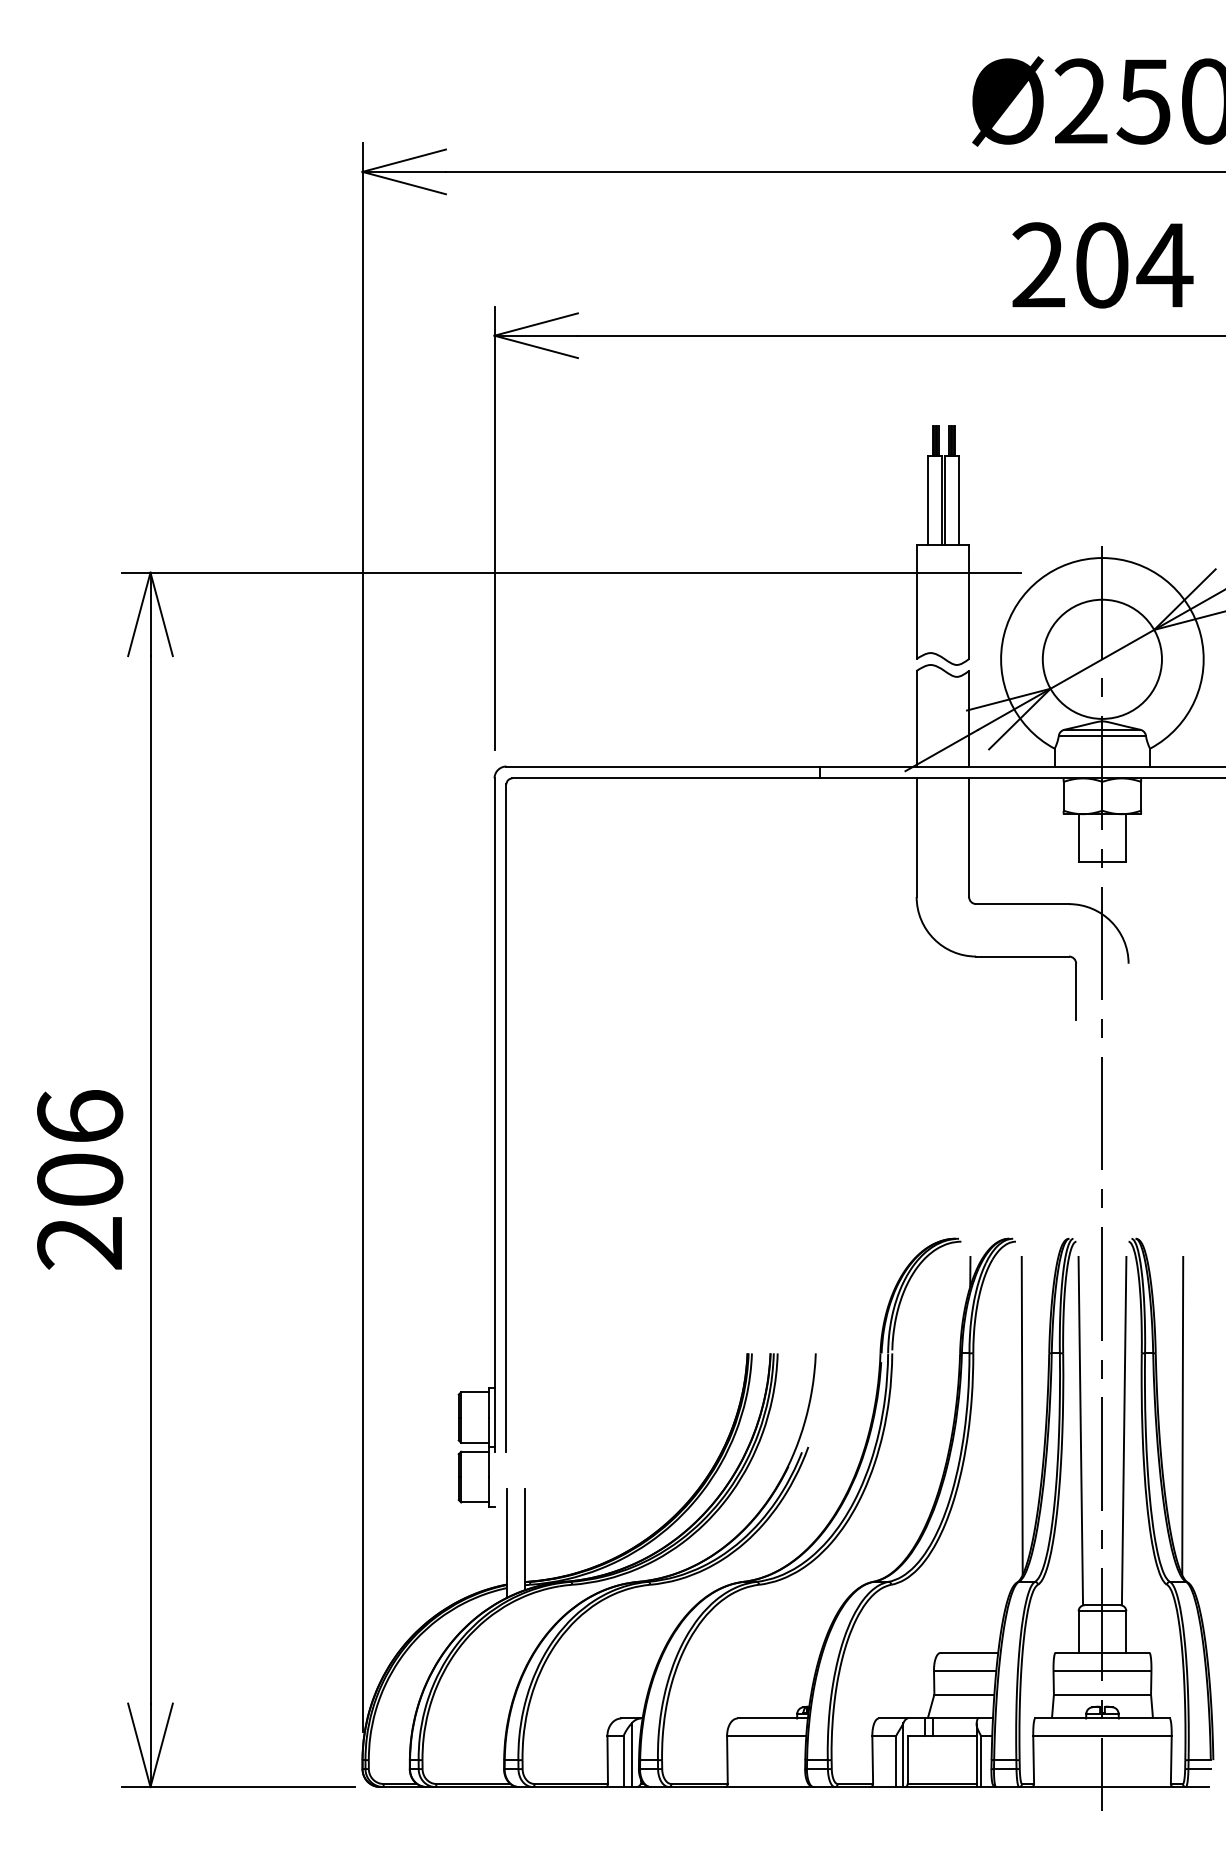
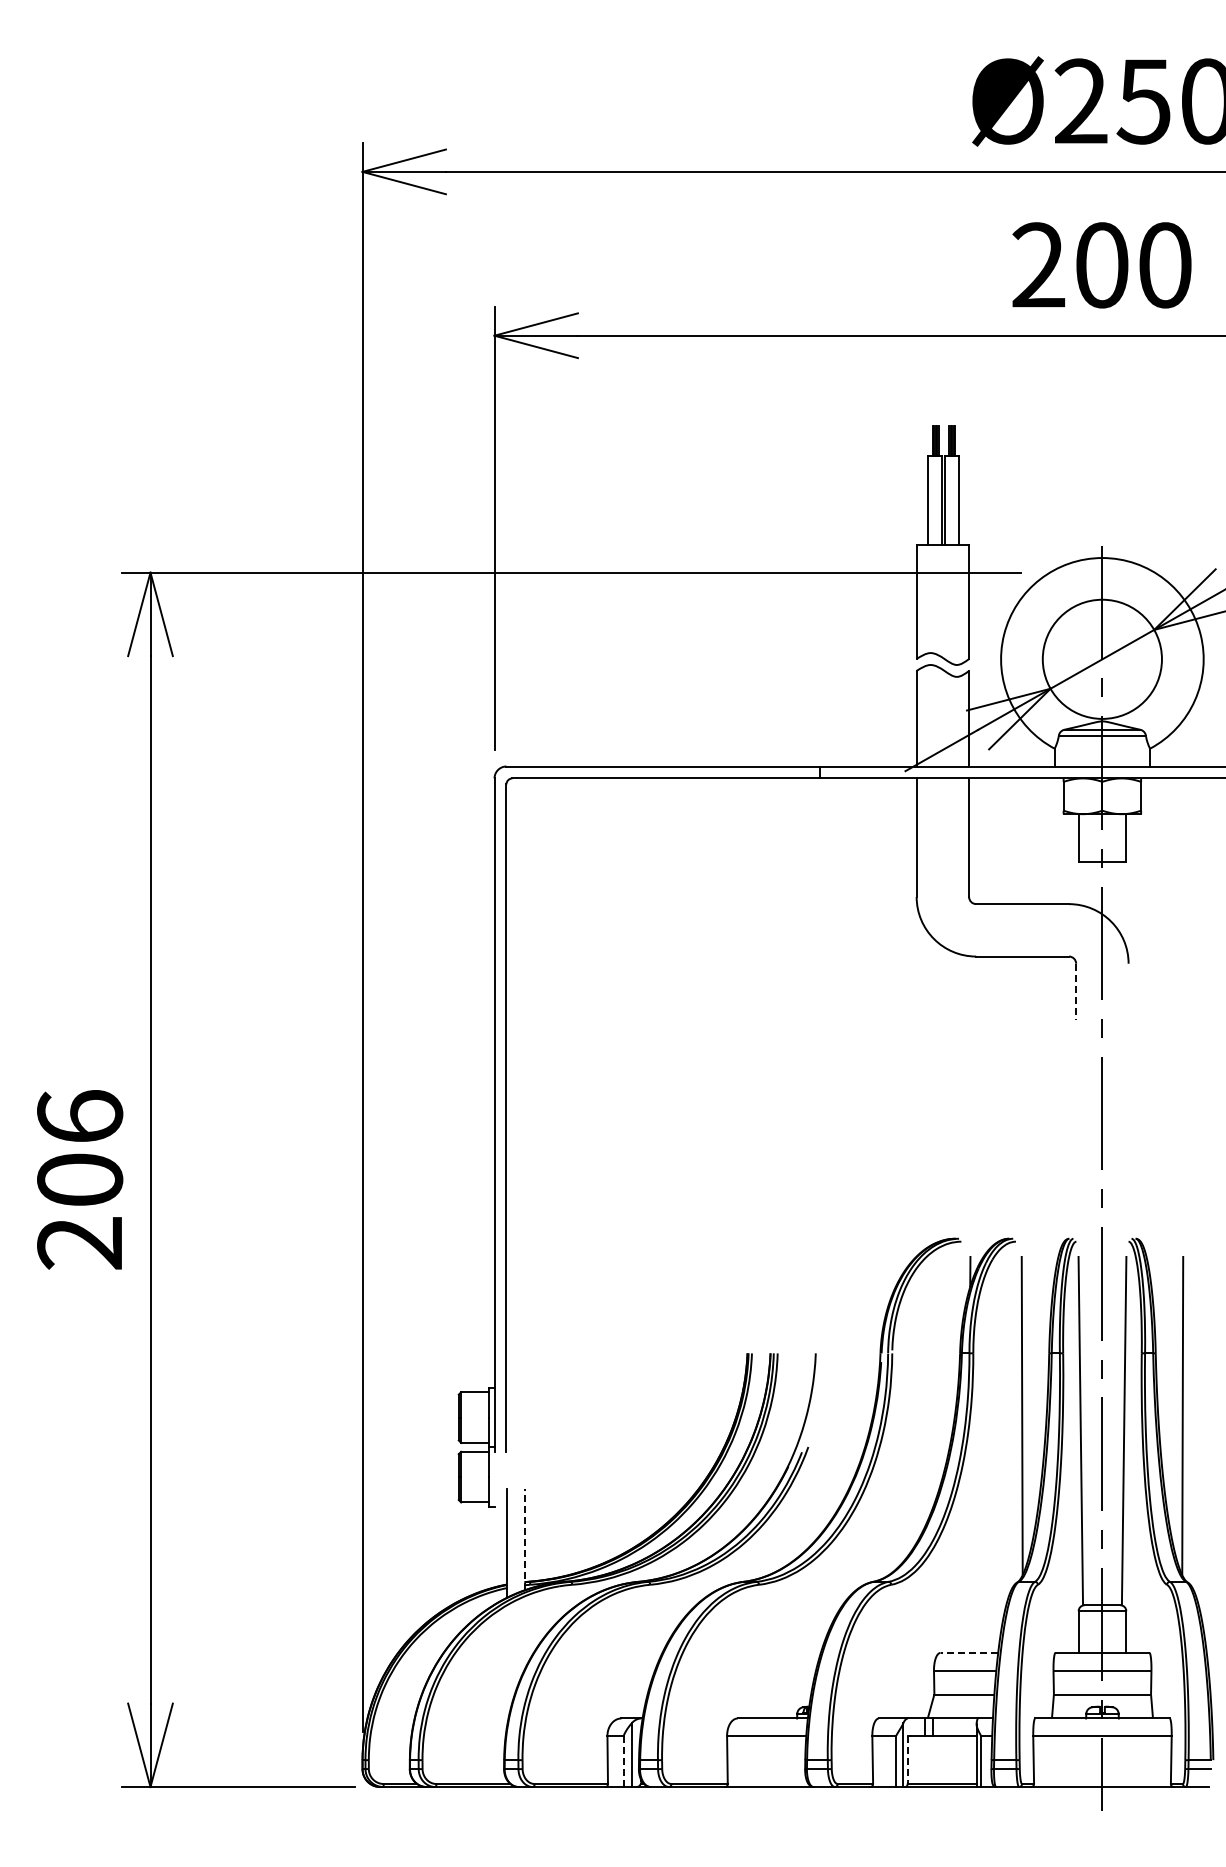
text at (1164, 265): 204 -> 200
line at (1076, 992): solid -> dashed
line at (524, 1539): solid -> dashed
line at (969, 1652): solid -> dashed
line at (908, 1759): solid -> dashed
line at (623, 1762): solid -> dashed
